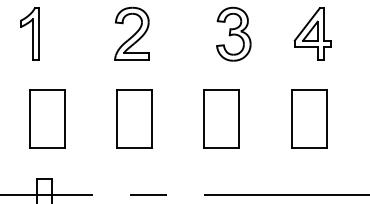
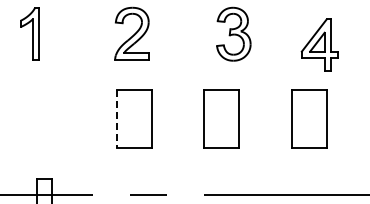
part at (312, 33) position: (312, 33) -> (319, 44)
part at (47, 118): present -> none
line at (117, 119): solid -> dashed
